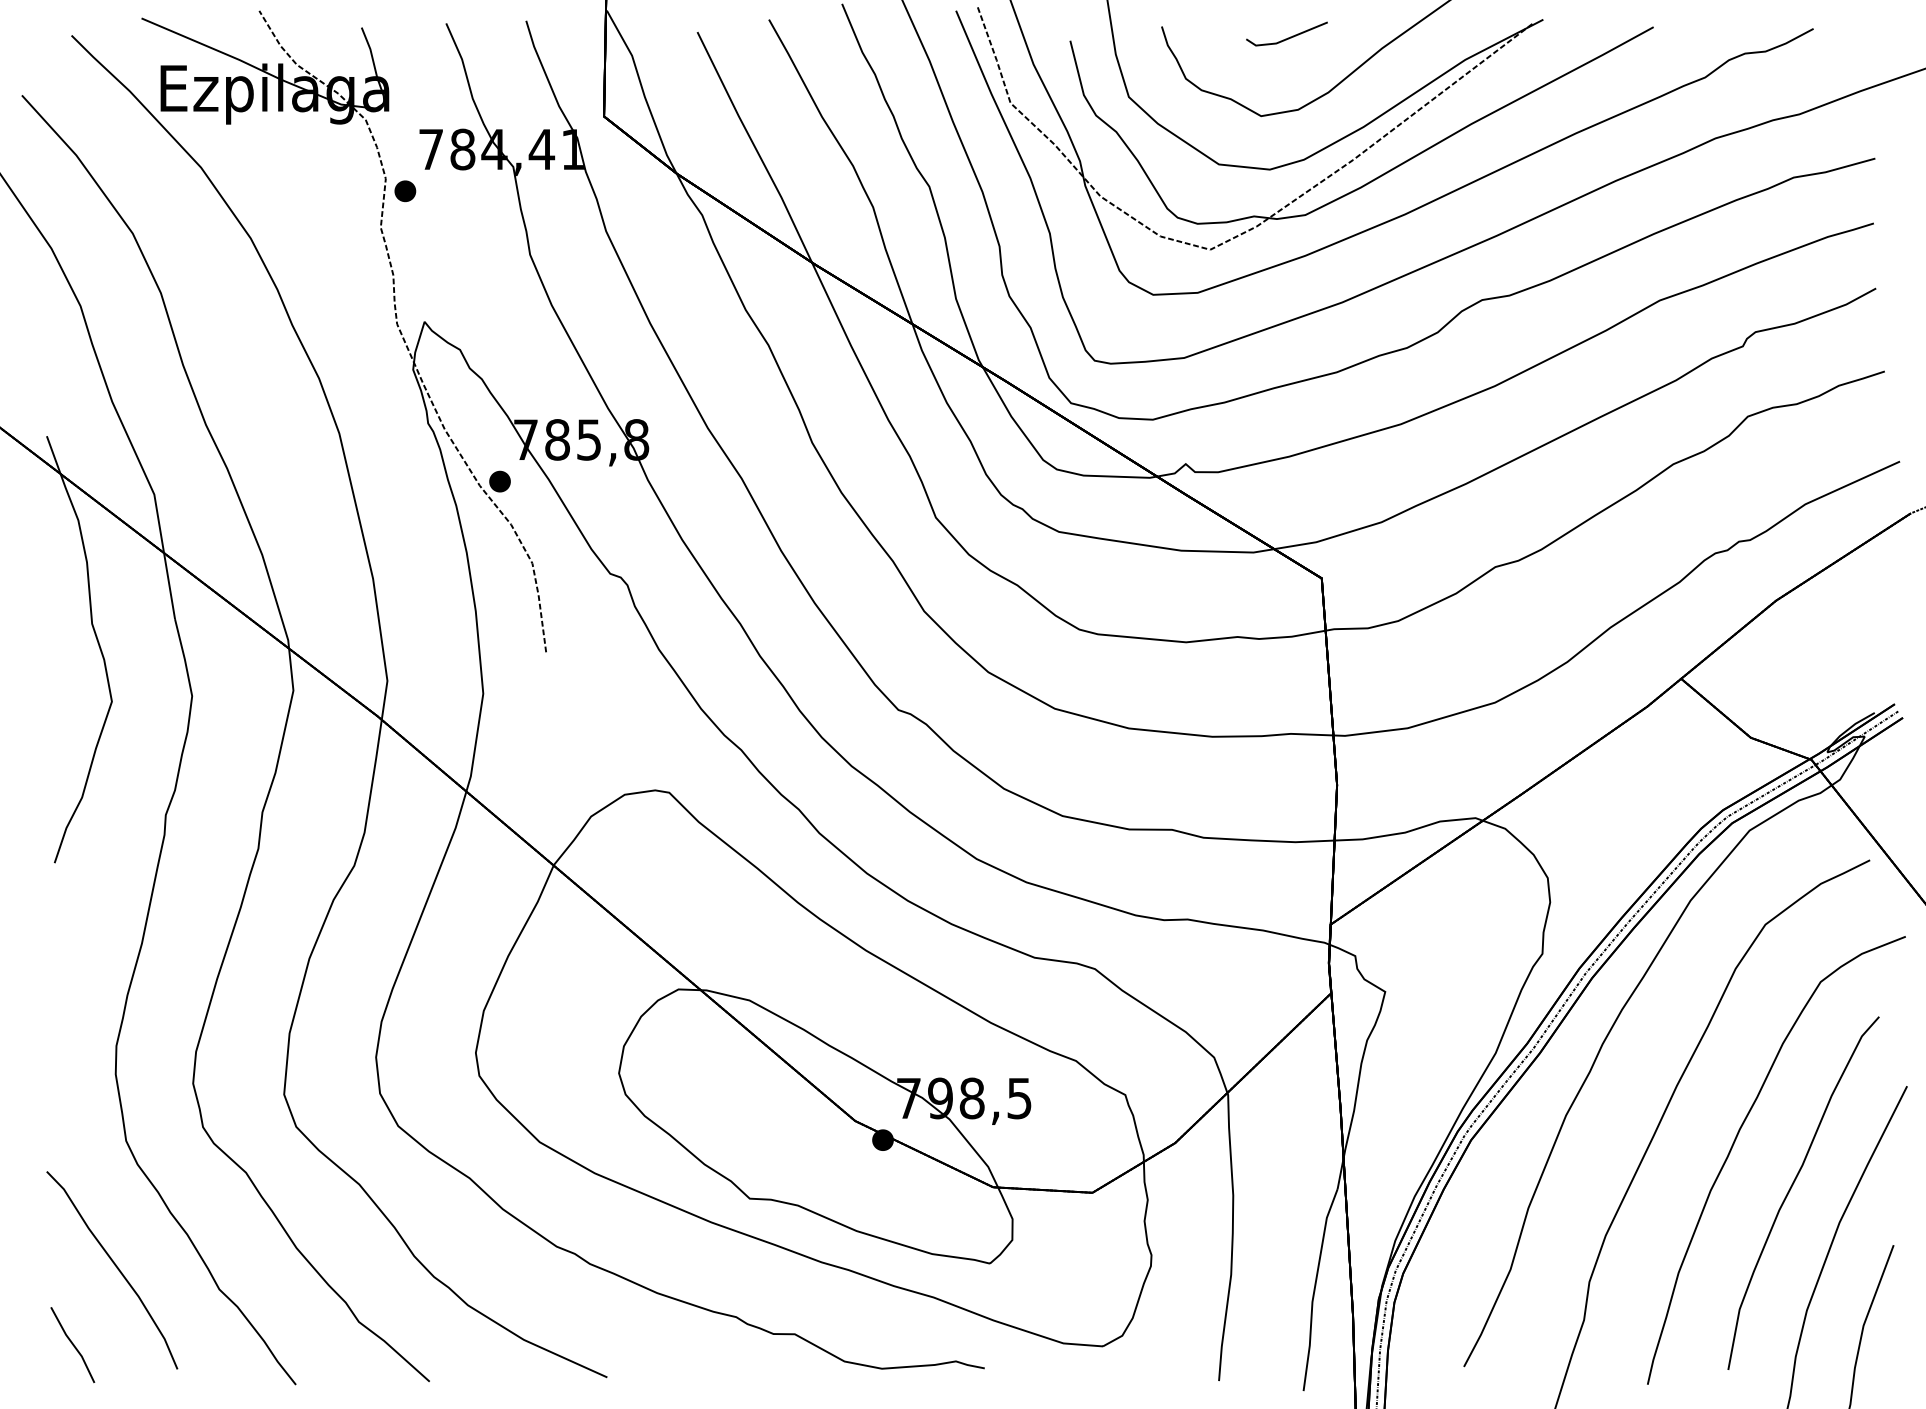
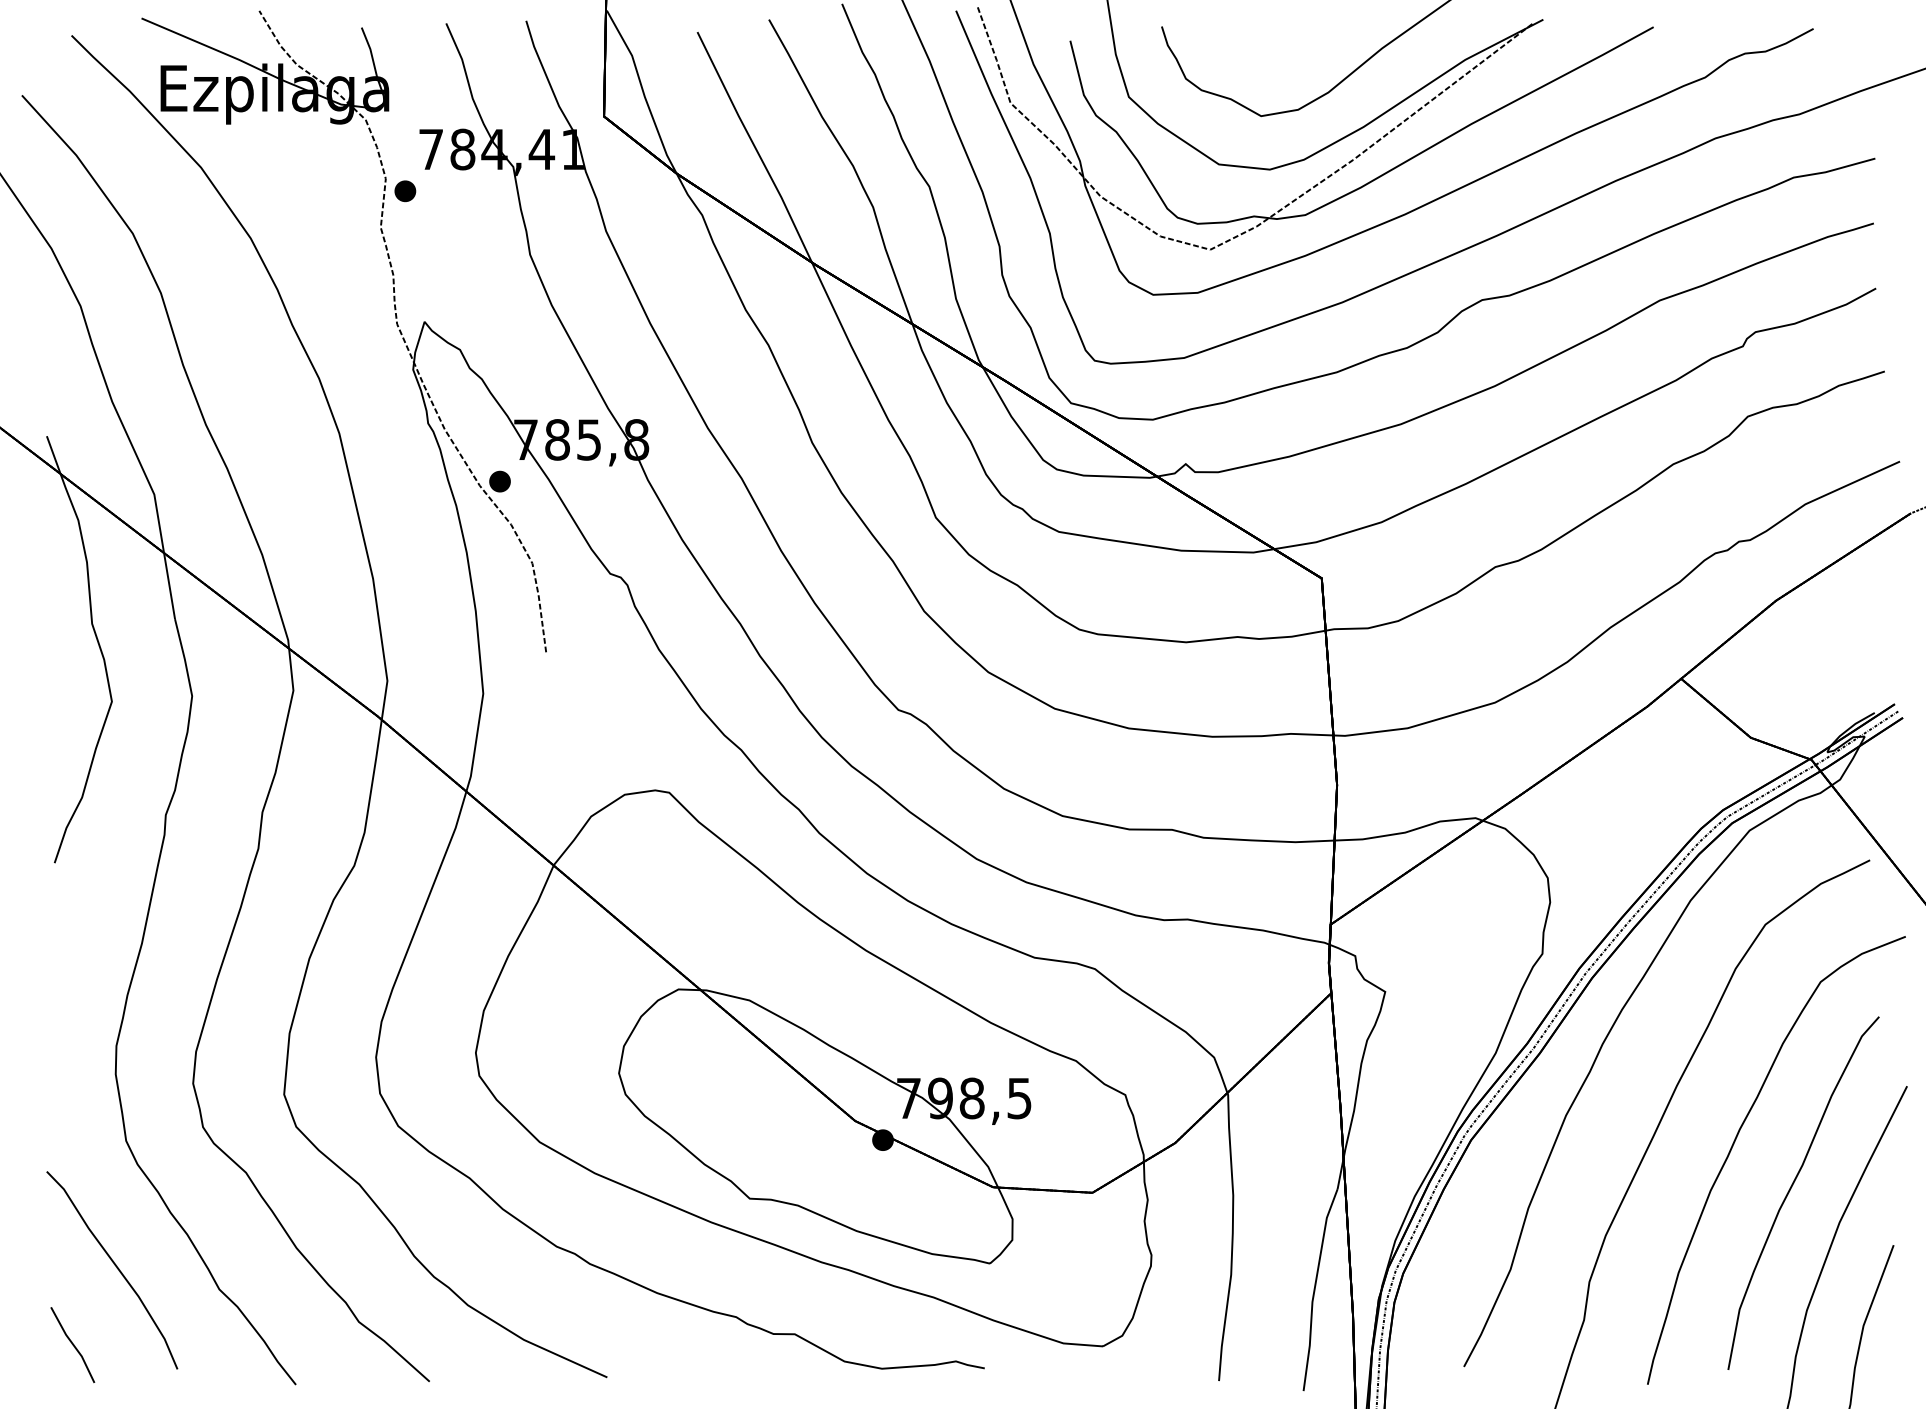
part at (1286, 33): present -> none
